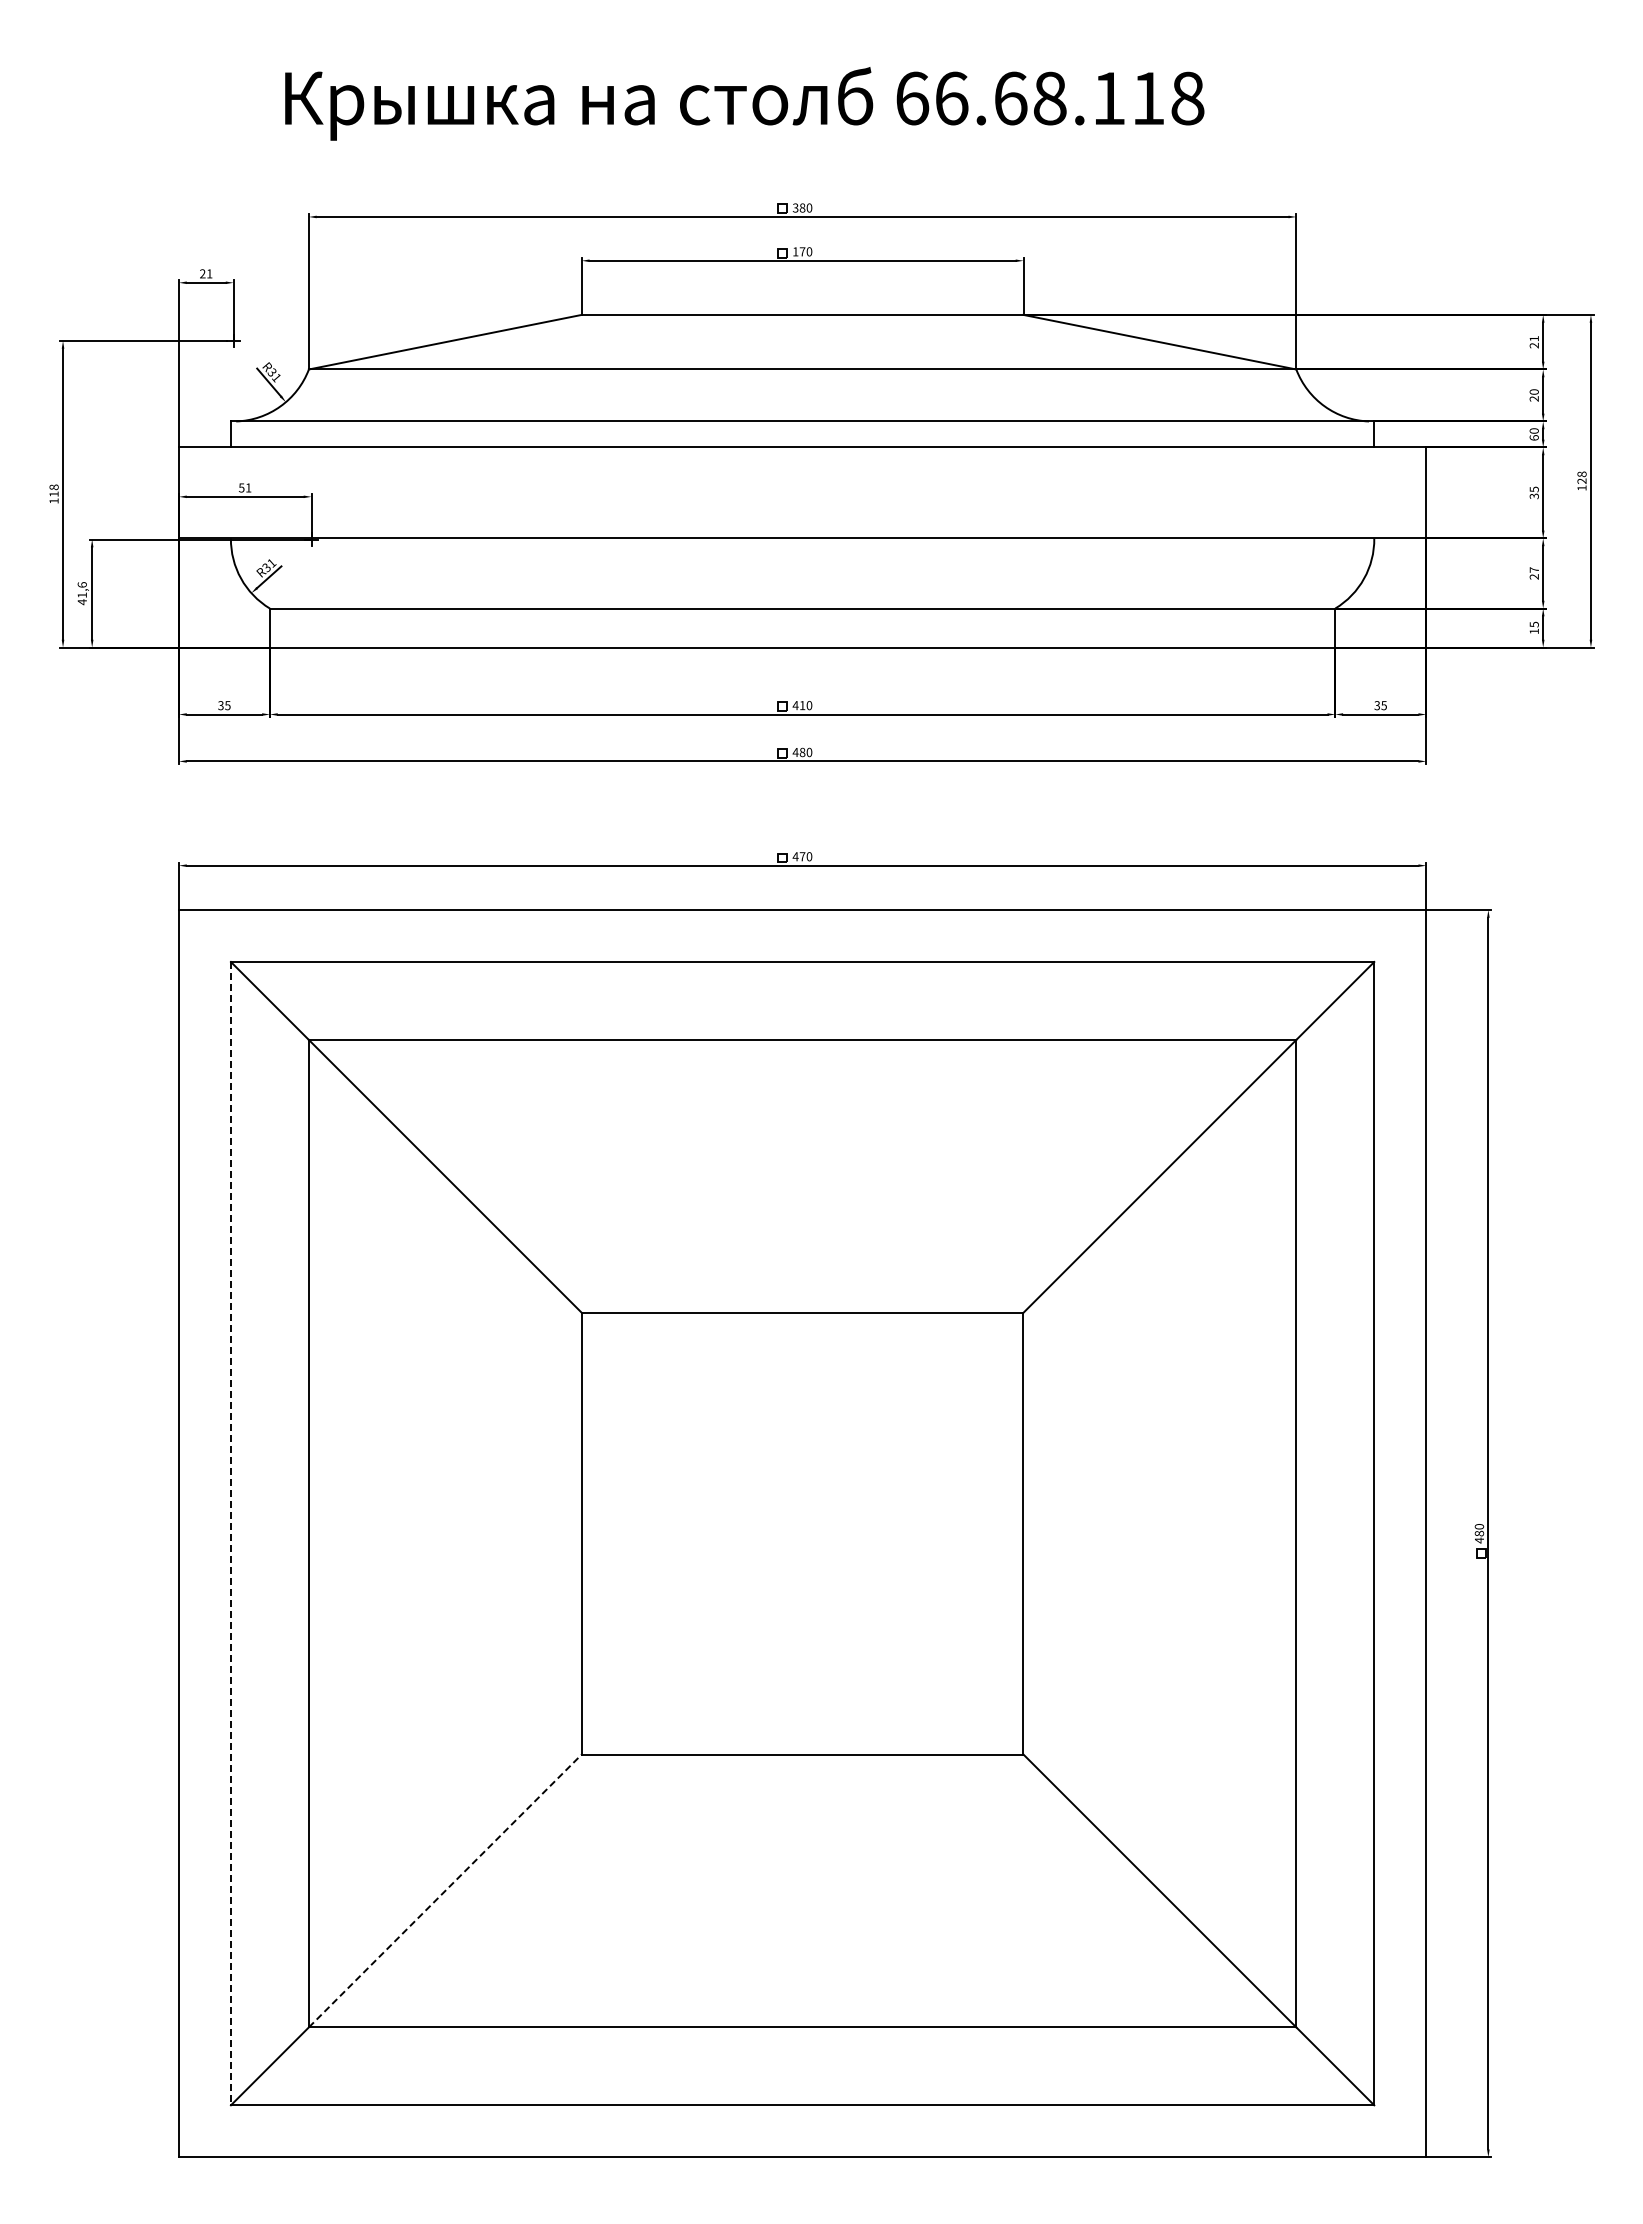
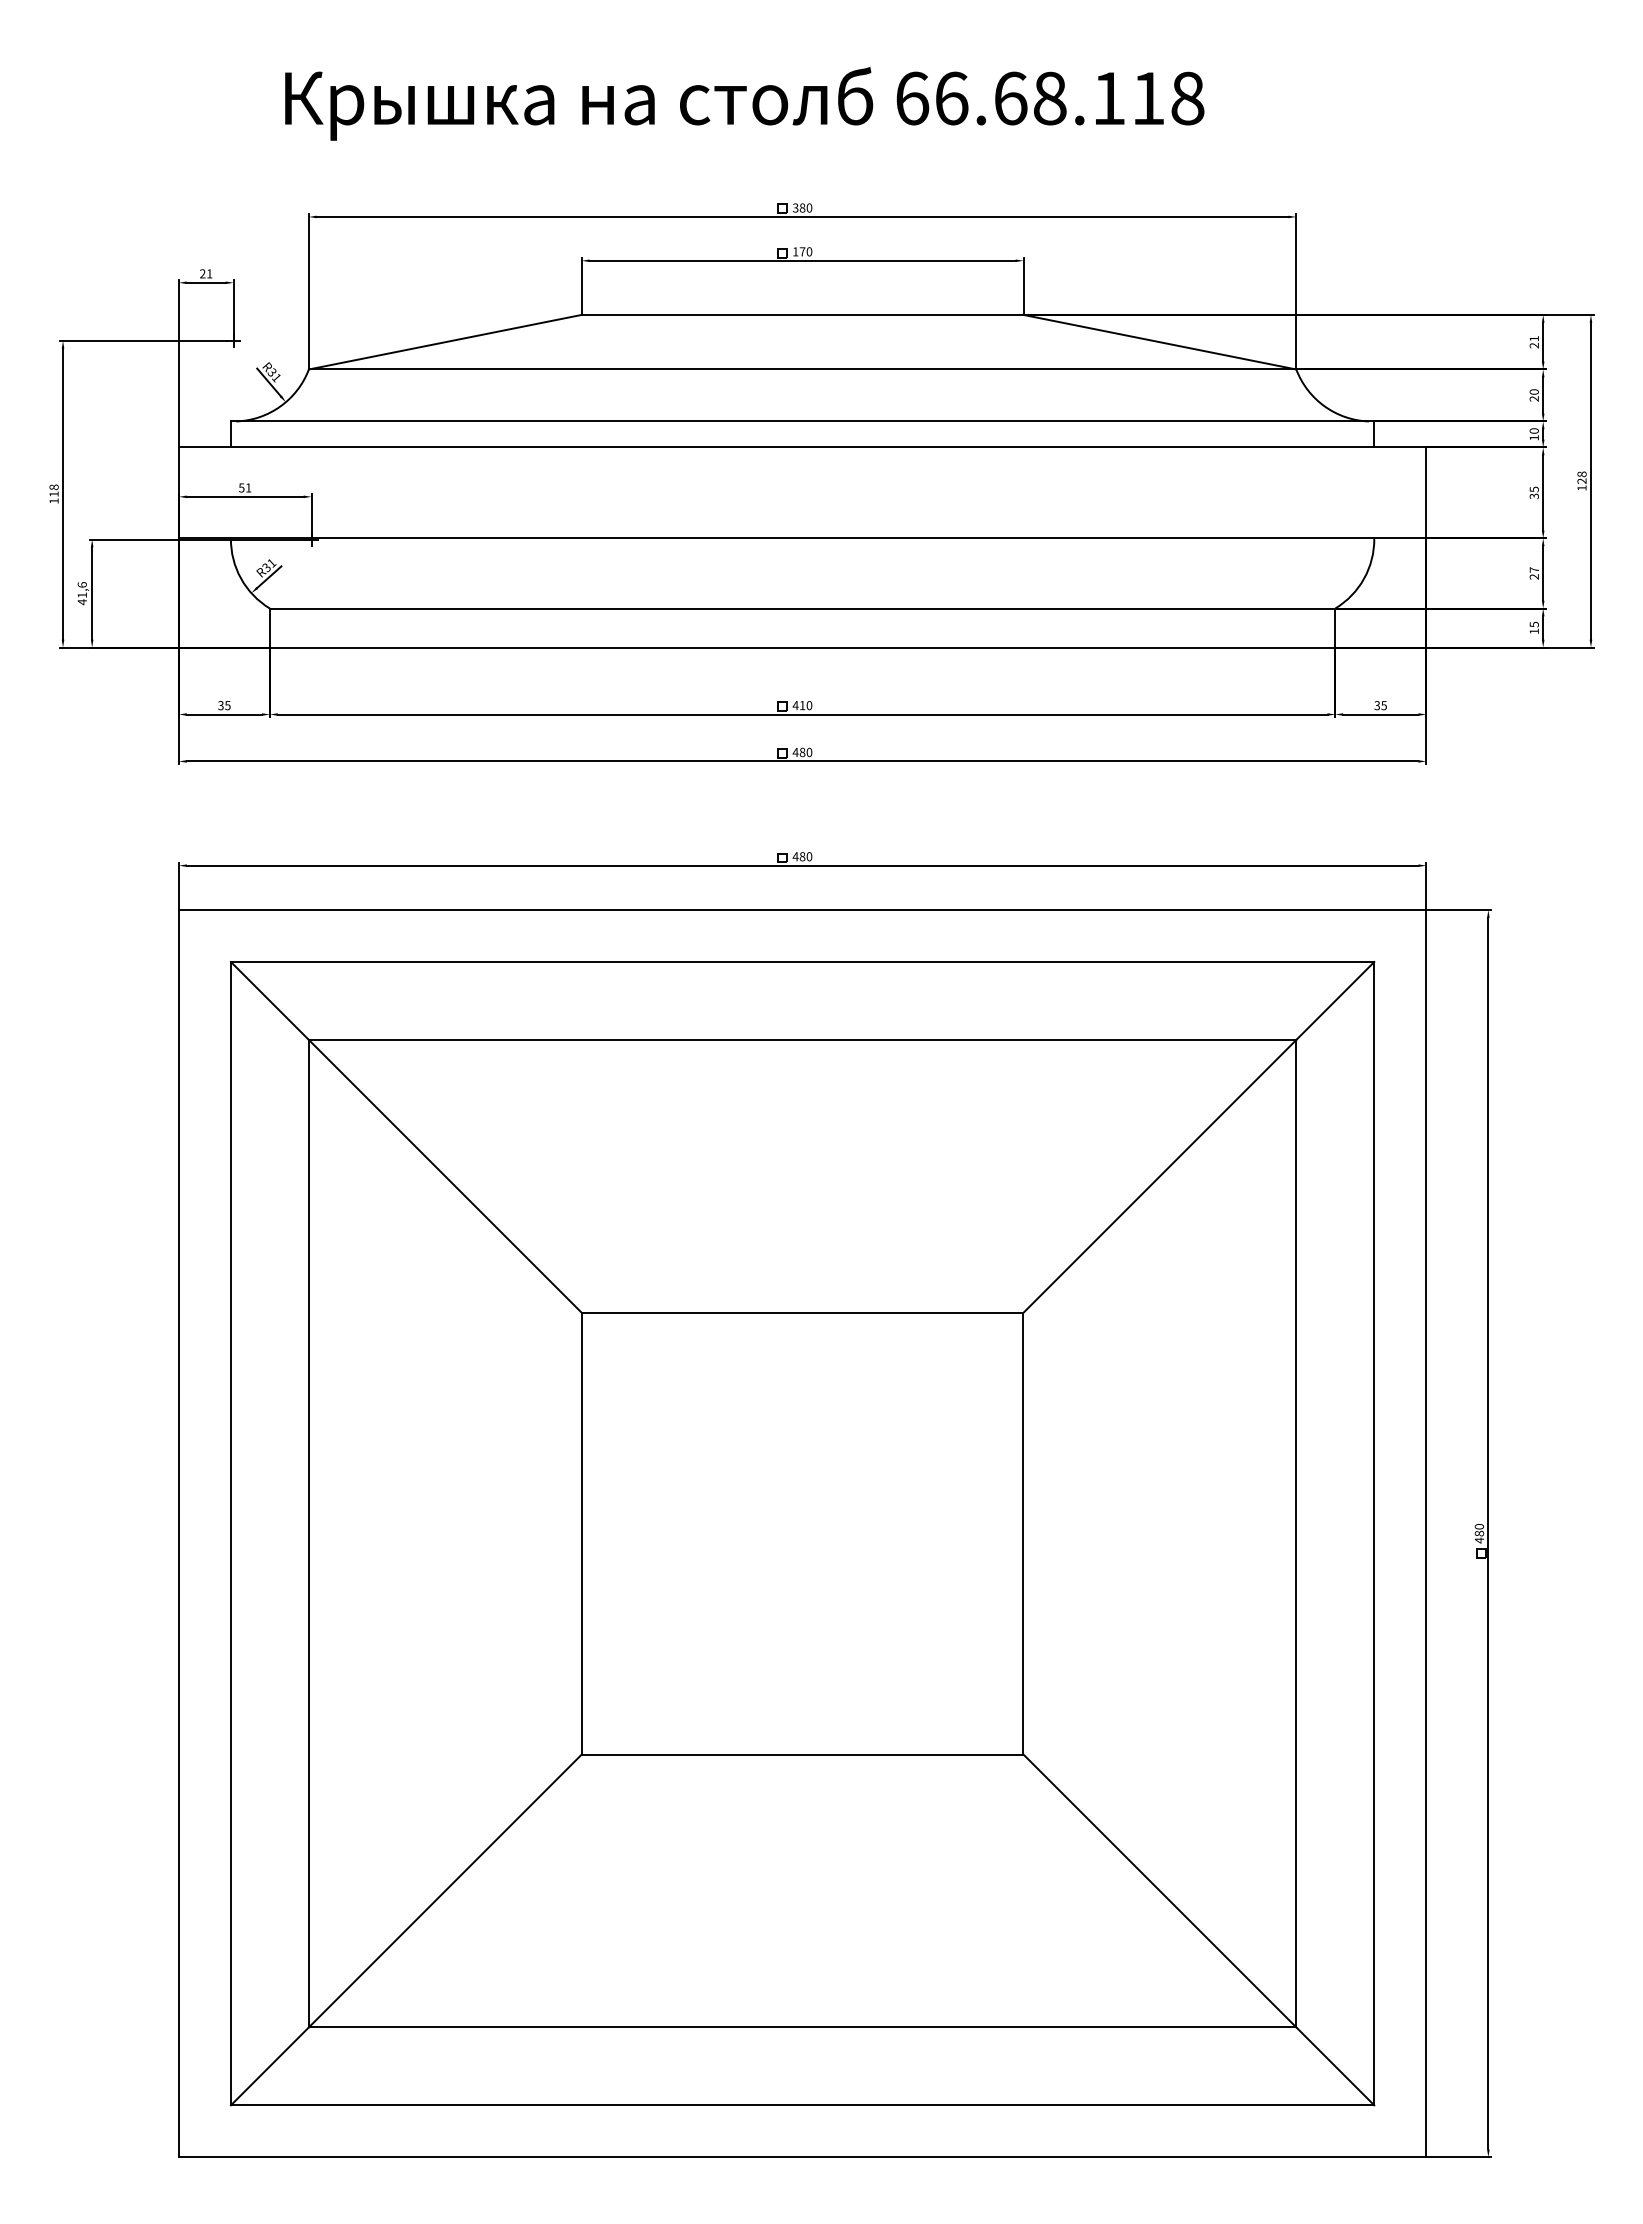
text at (1533, 437): 60 -> 10
text at (802, 856): 470 -> 480
line at (230, 1533): dashed -> solid
line at (445, 1890): dashed -> solid
